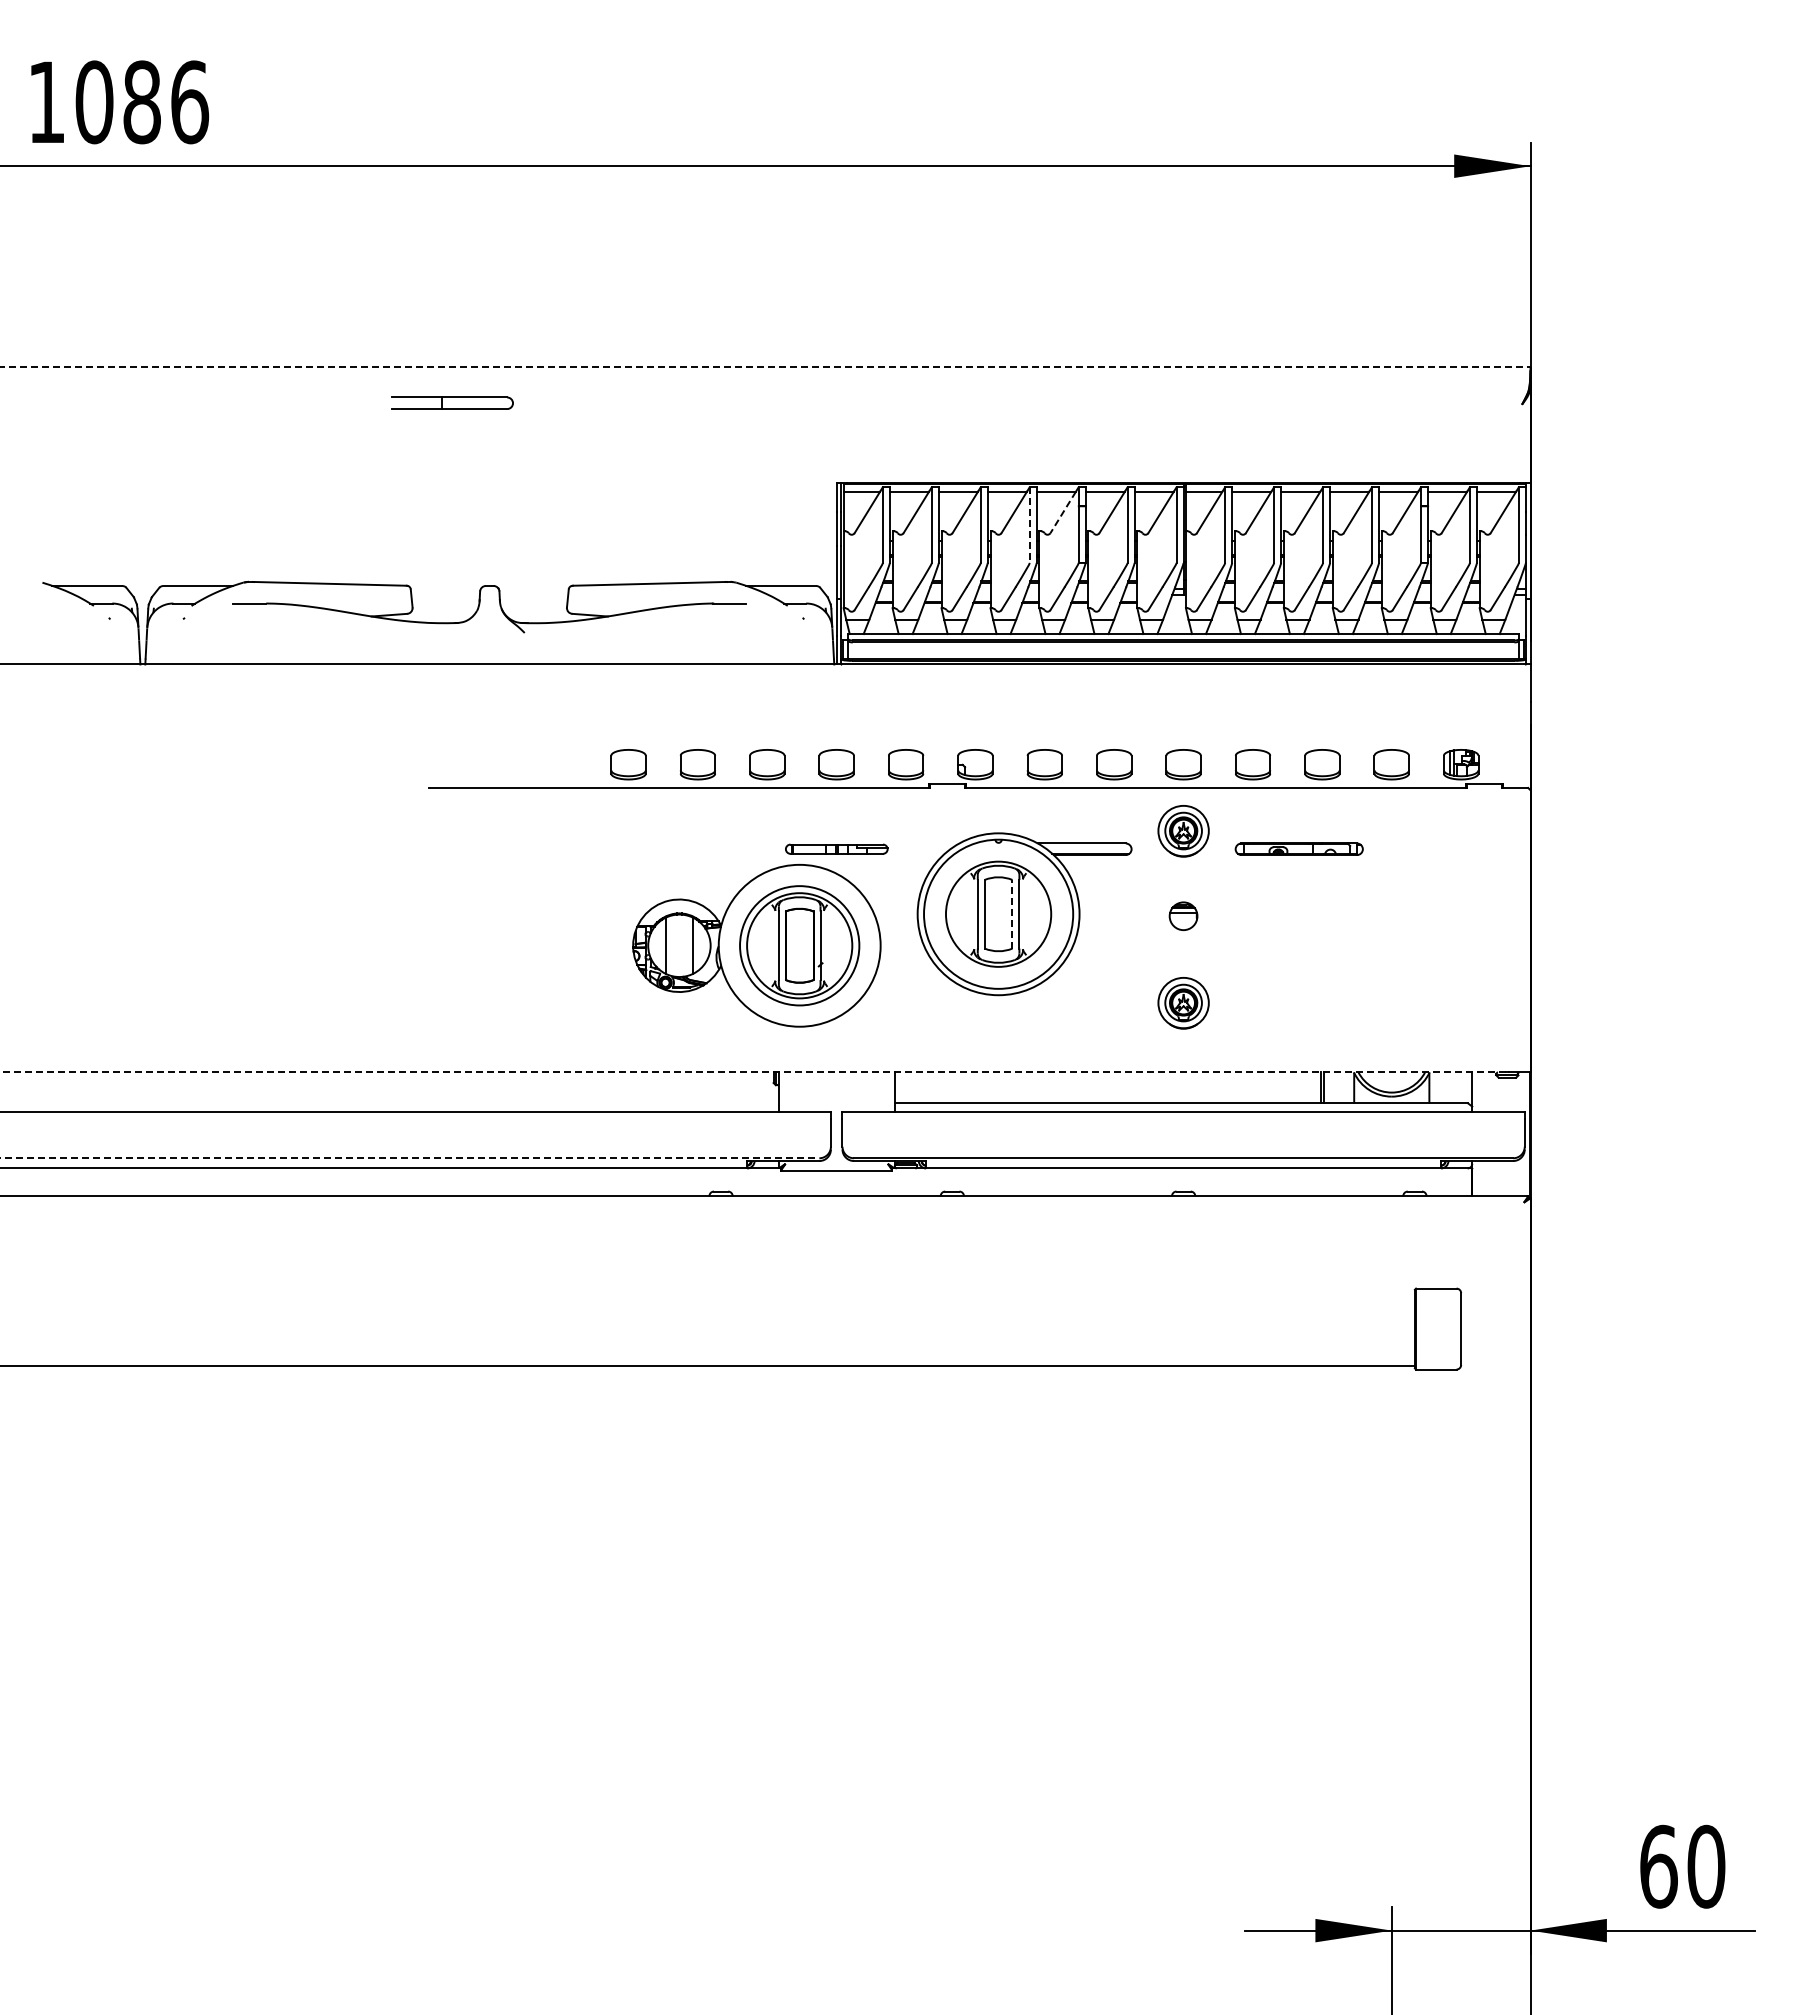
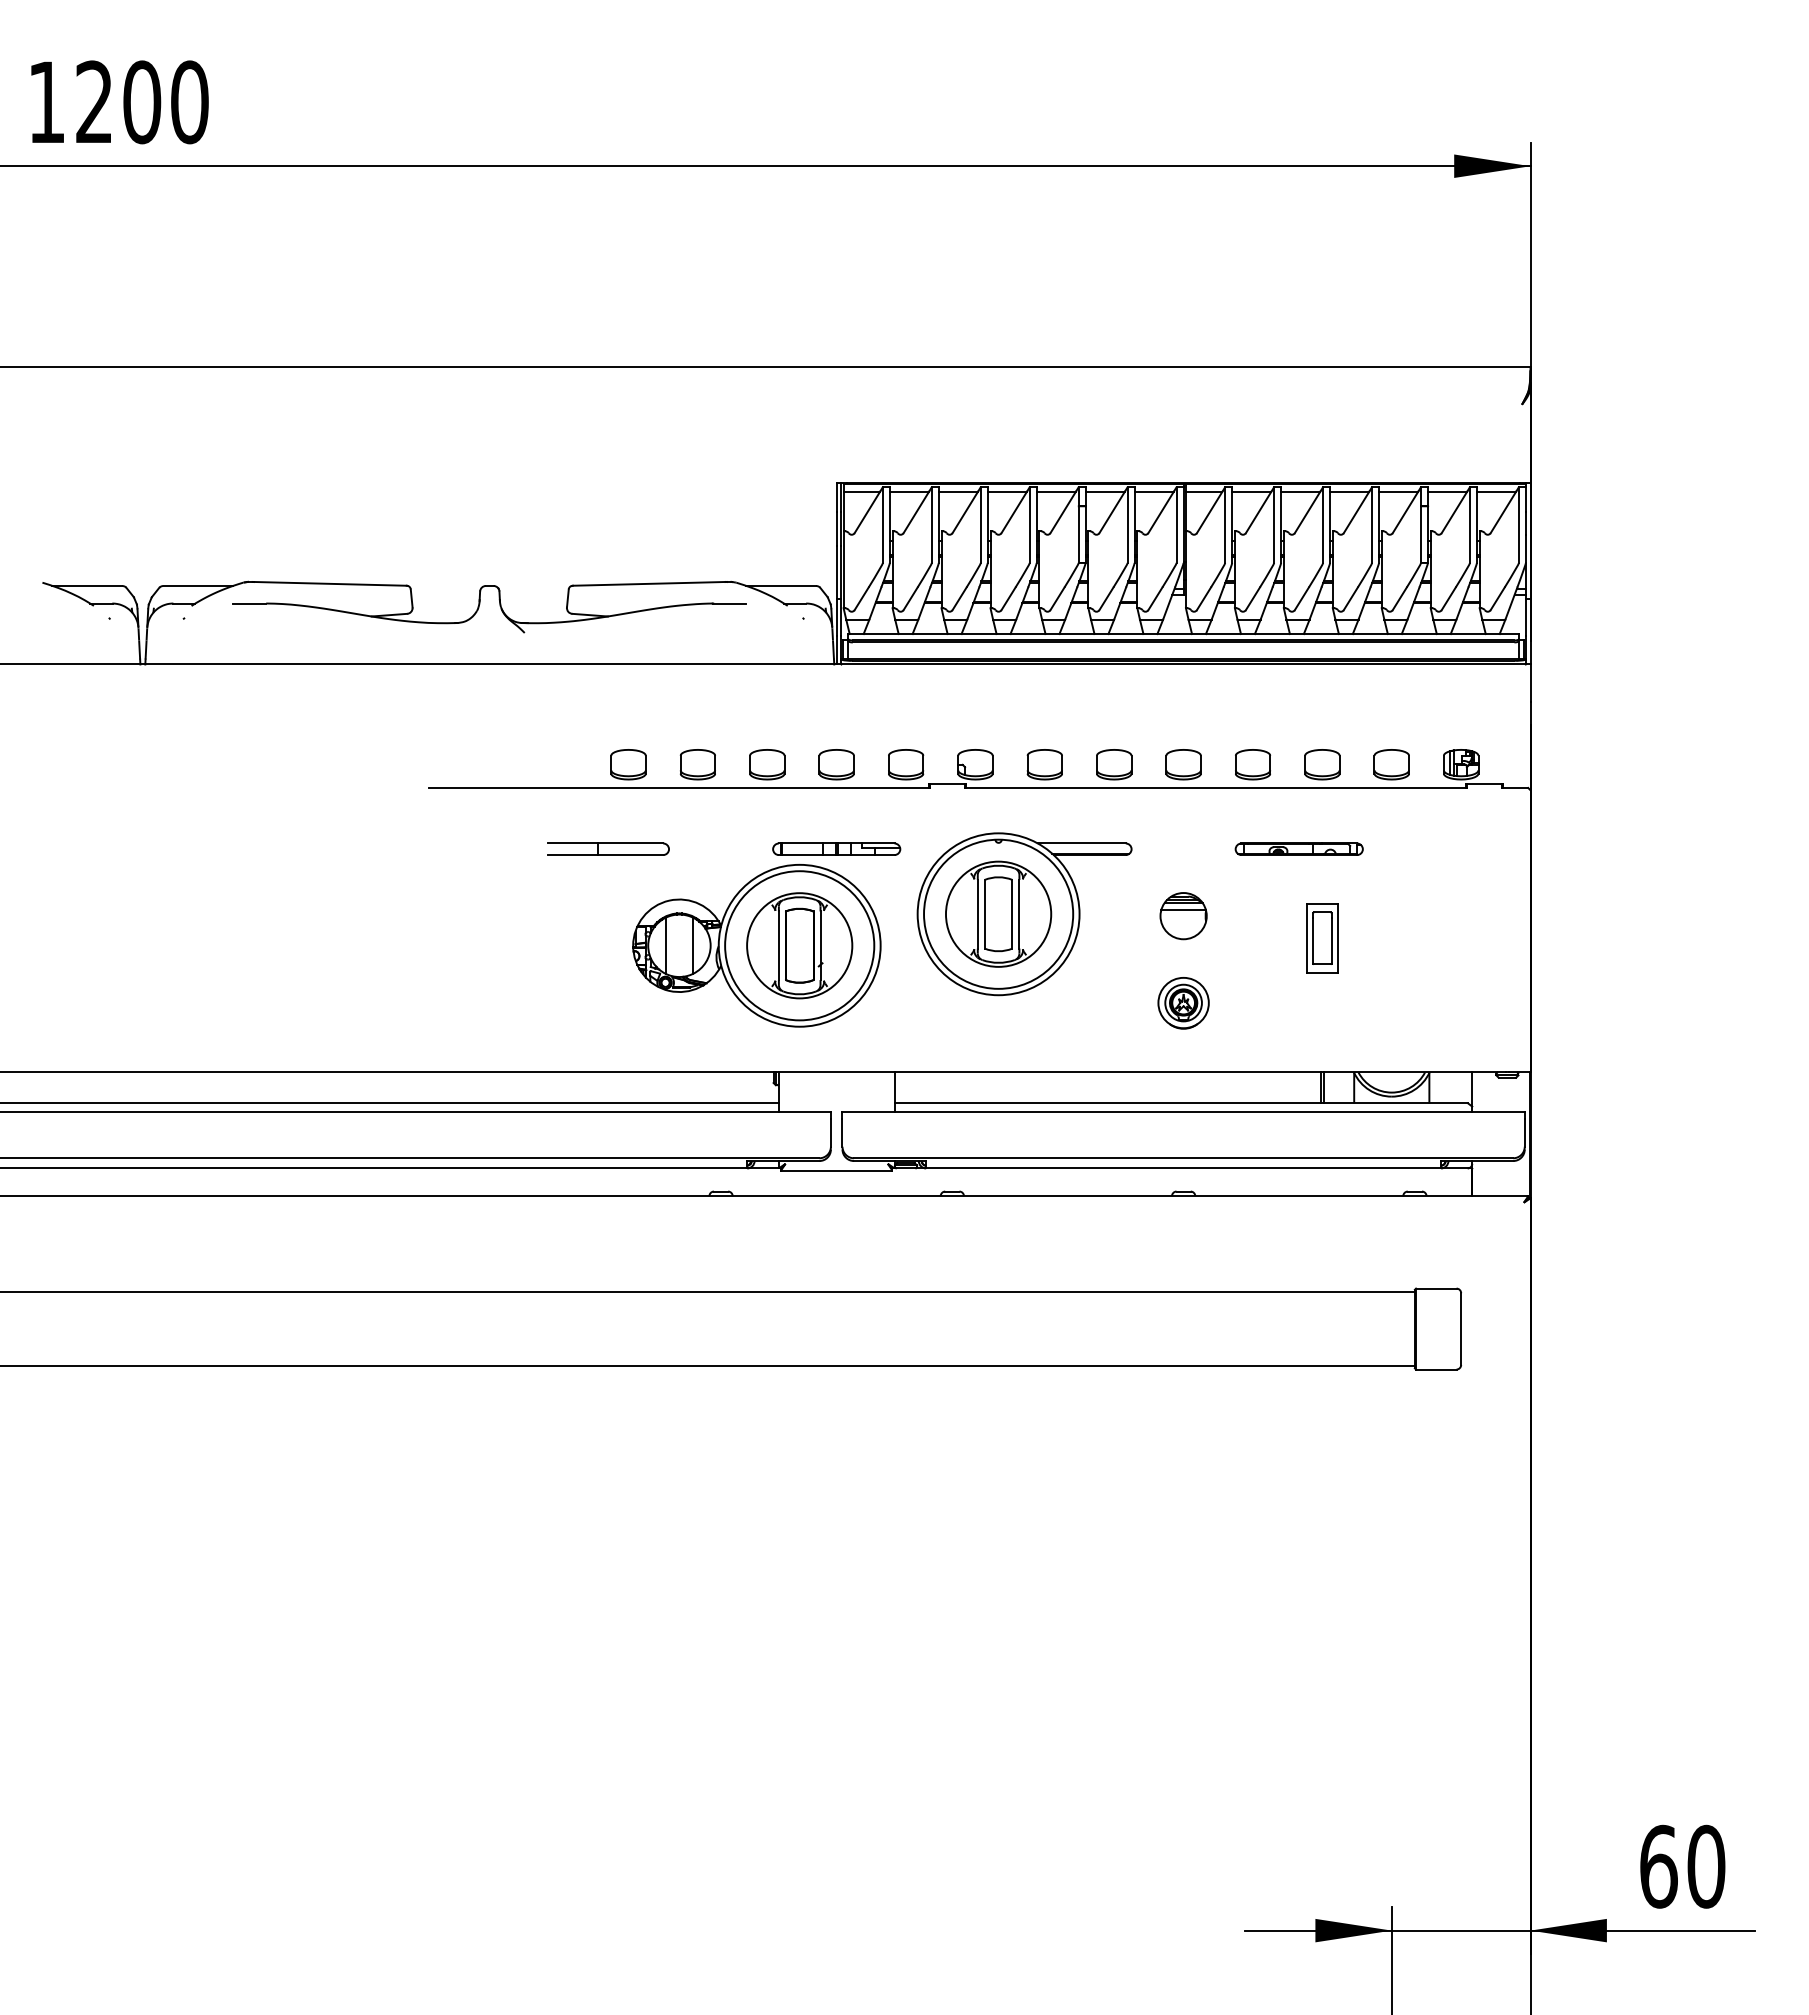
text at (142, 102): 1086 -> 1200
line at (765, 367): dashed -> solid
part at (452, 402) position: (452, 402) -> (608, 848)
line at (1062, 512): dashed -> solid
line at (1029, 524): dashed -> solid
part at (1183, 831): present -> none
part at (836, 848) size: 104x12 px -> 130x14 px
line at (1012, 913): dashed -> solid
part at (1183, 915) size: 31x30 px -> 49x49 px
part at (1322, 938): none -> present
circle at (799, 945) diameter: 119 px -> 149 px
line at (753, 1072): dashed -> solid
line at (390, 1103): none -> present
line at (410, 1158): dashed -> solid
line at (708, 1292): none -> present
